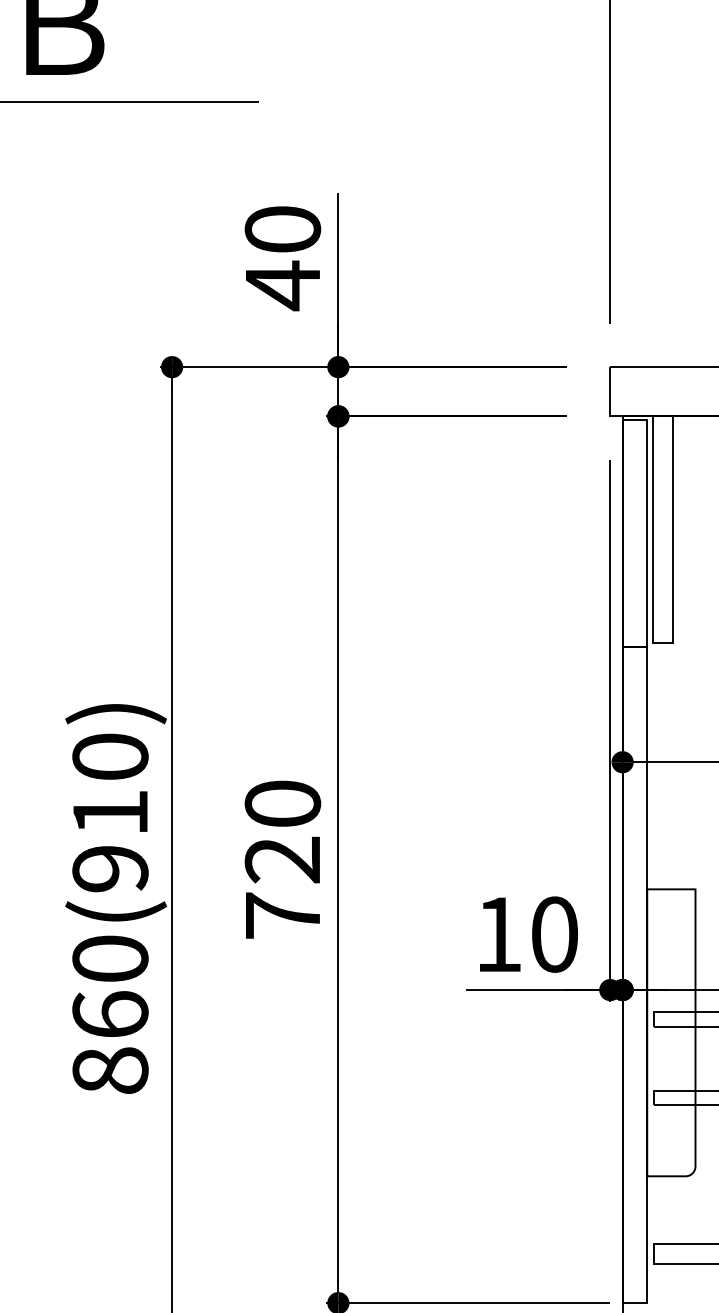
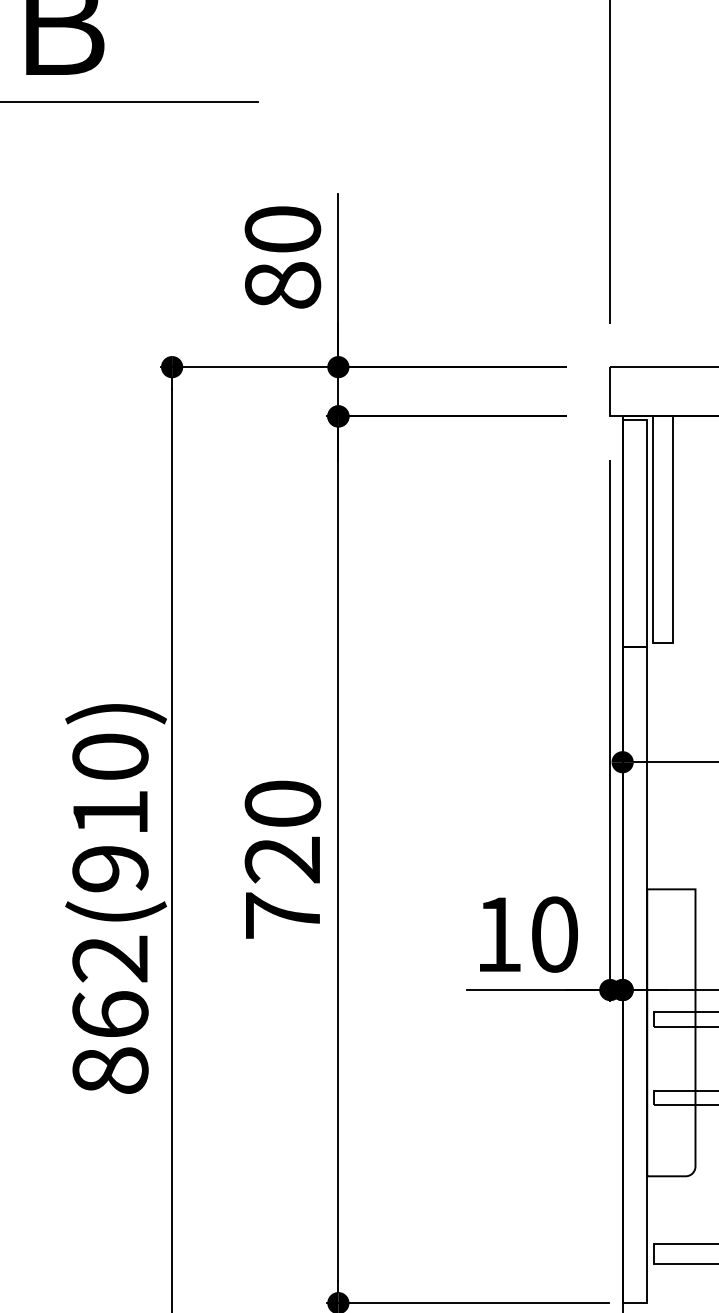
text at (283, 285): 40 -> 80
text at (110, 958): 860(910) -> 862(910)
